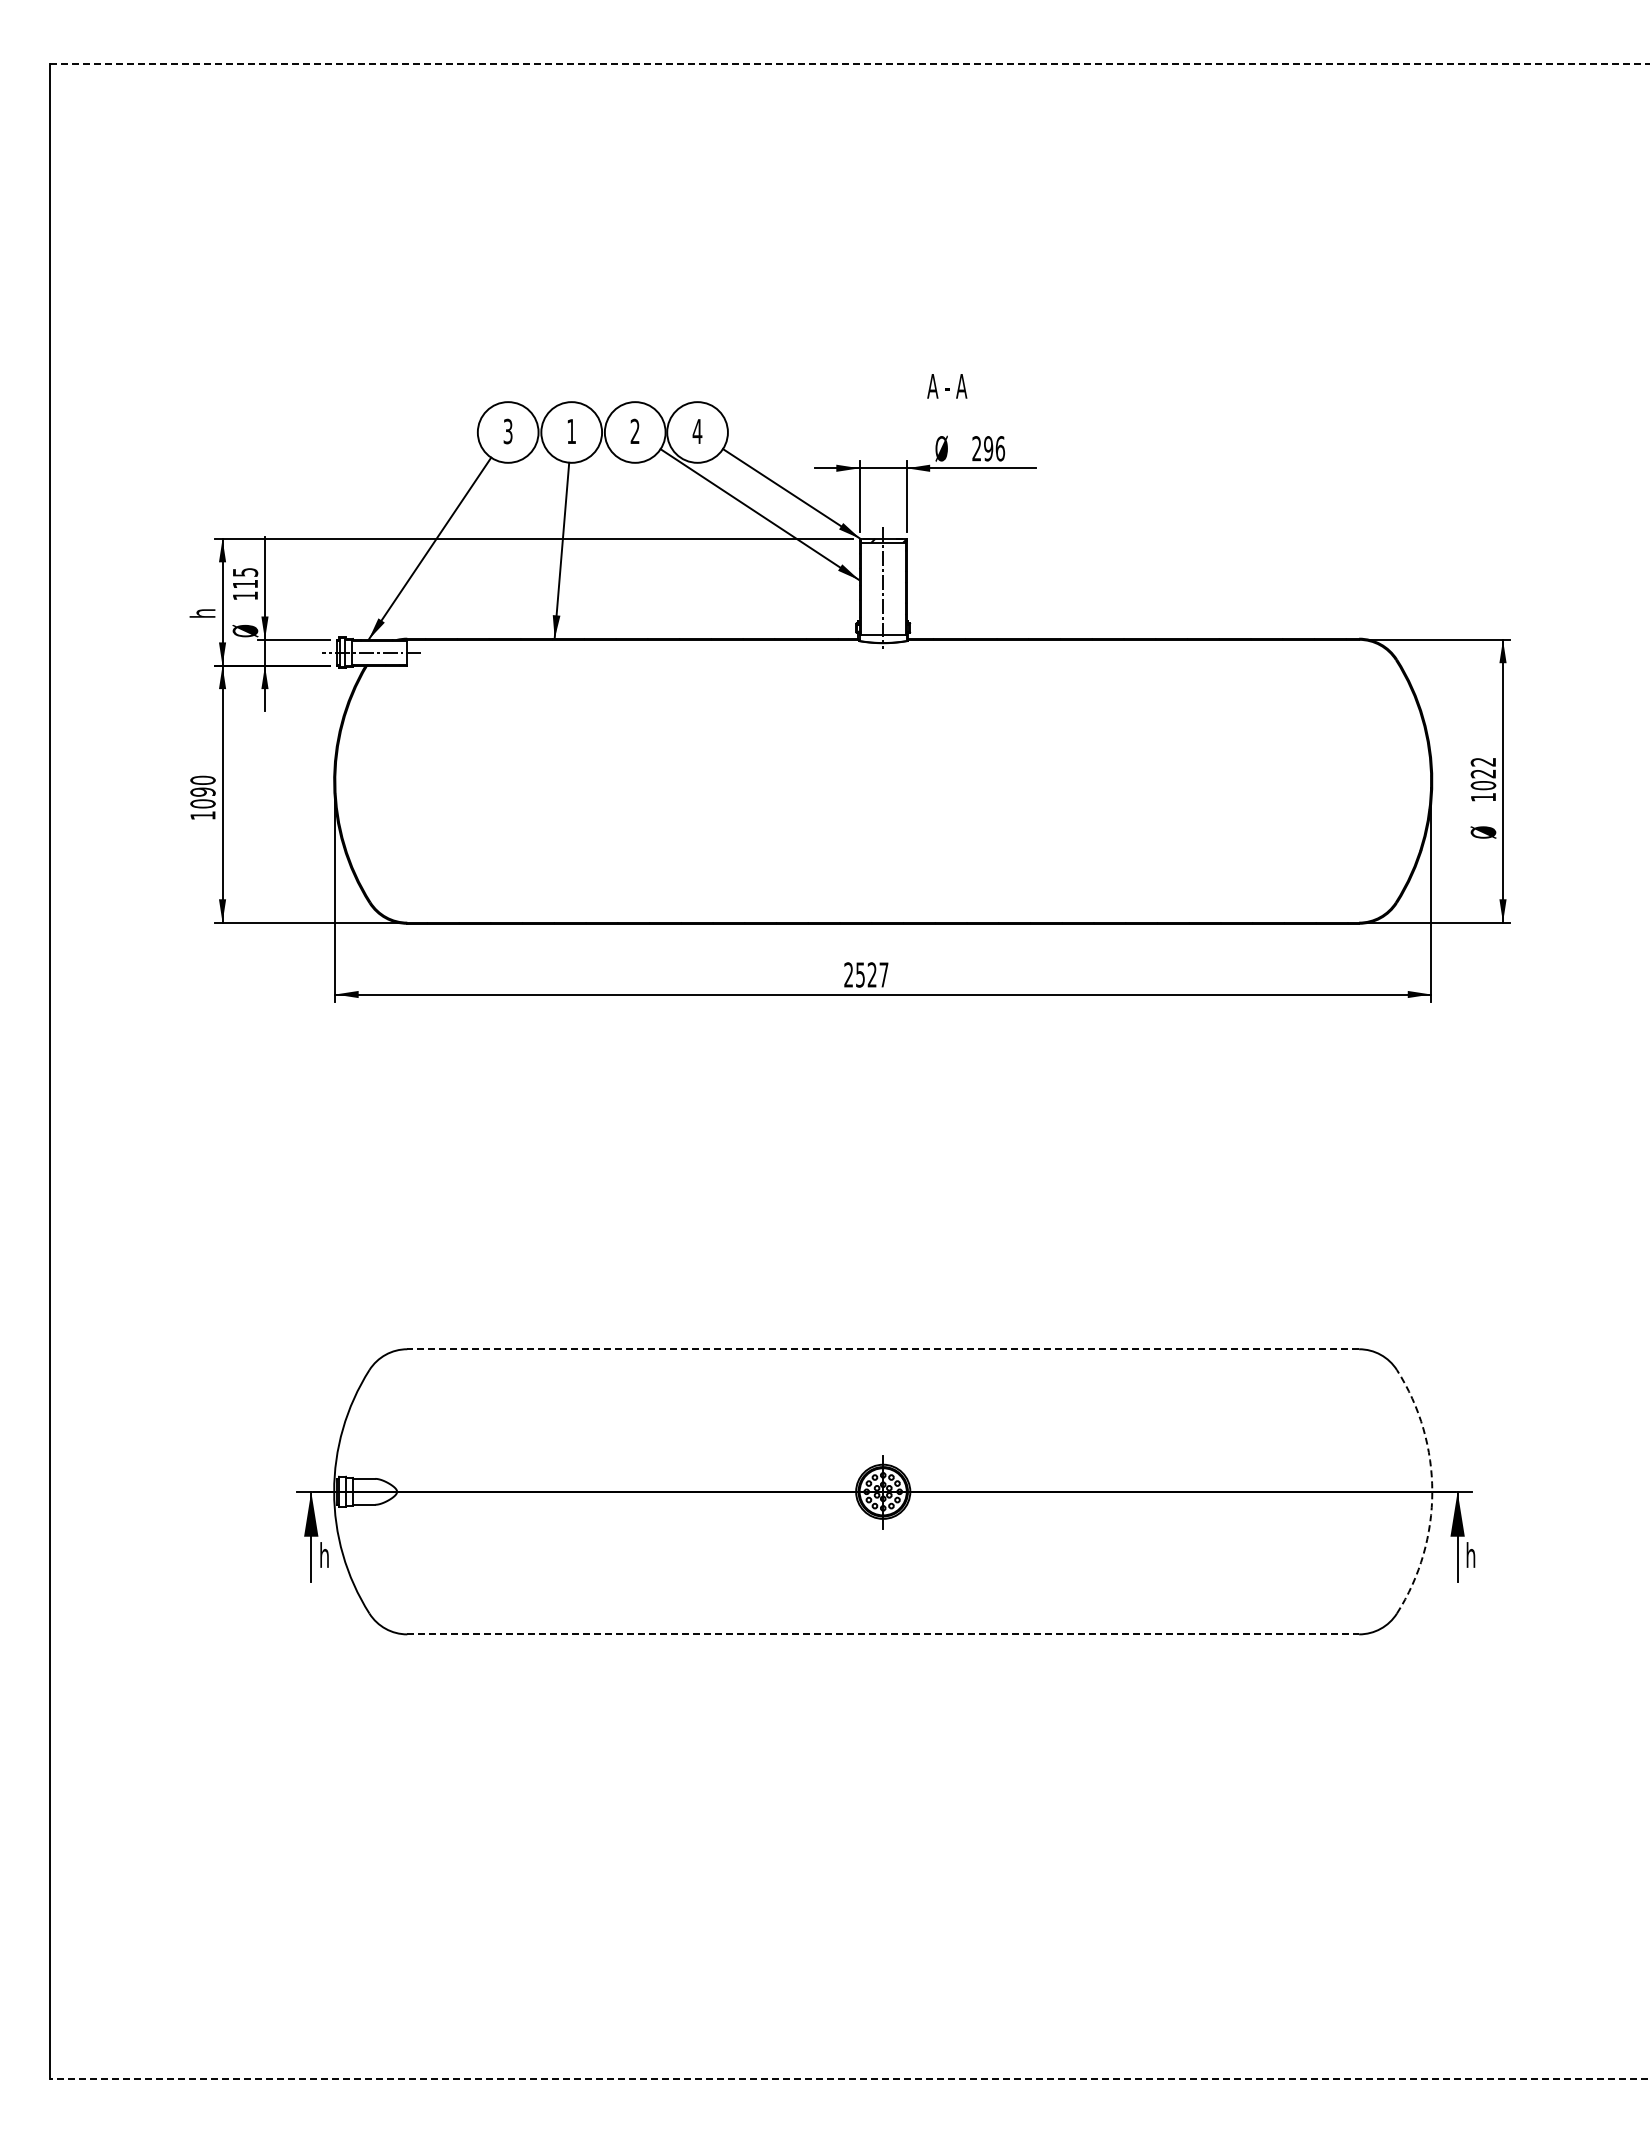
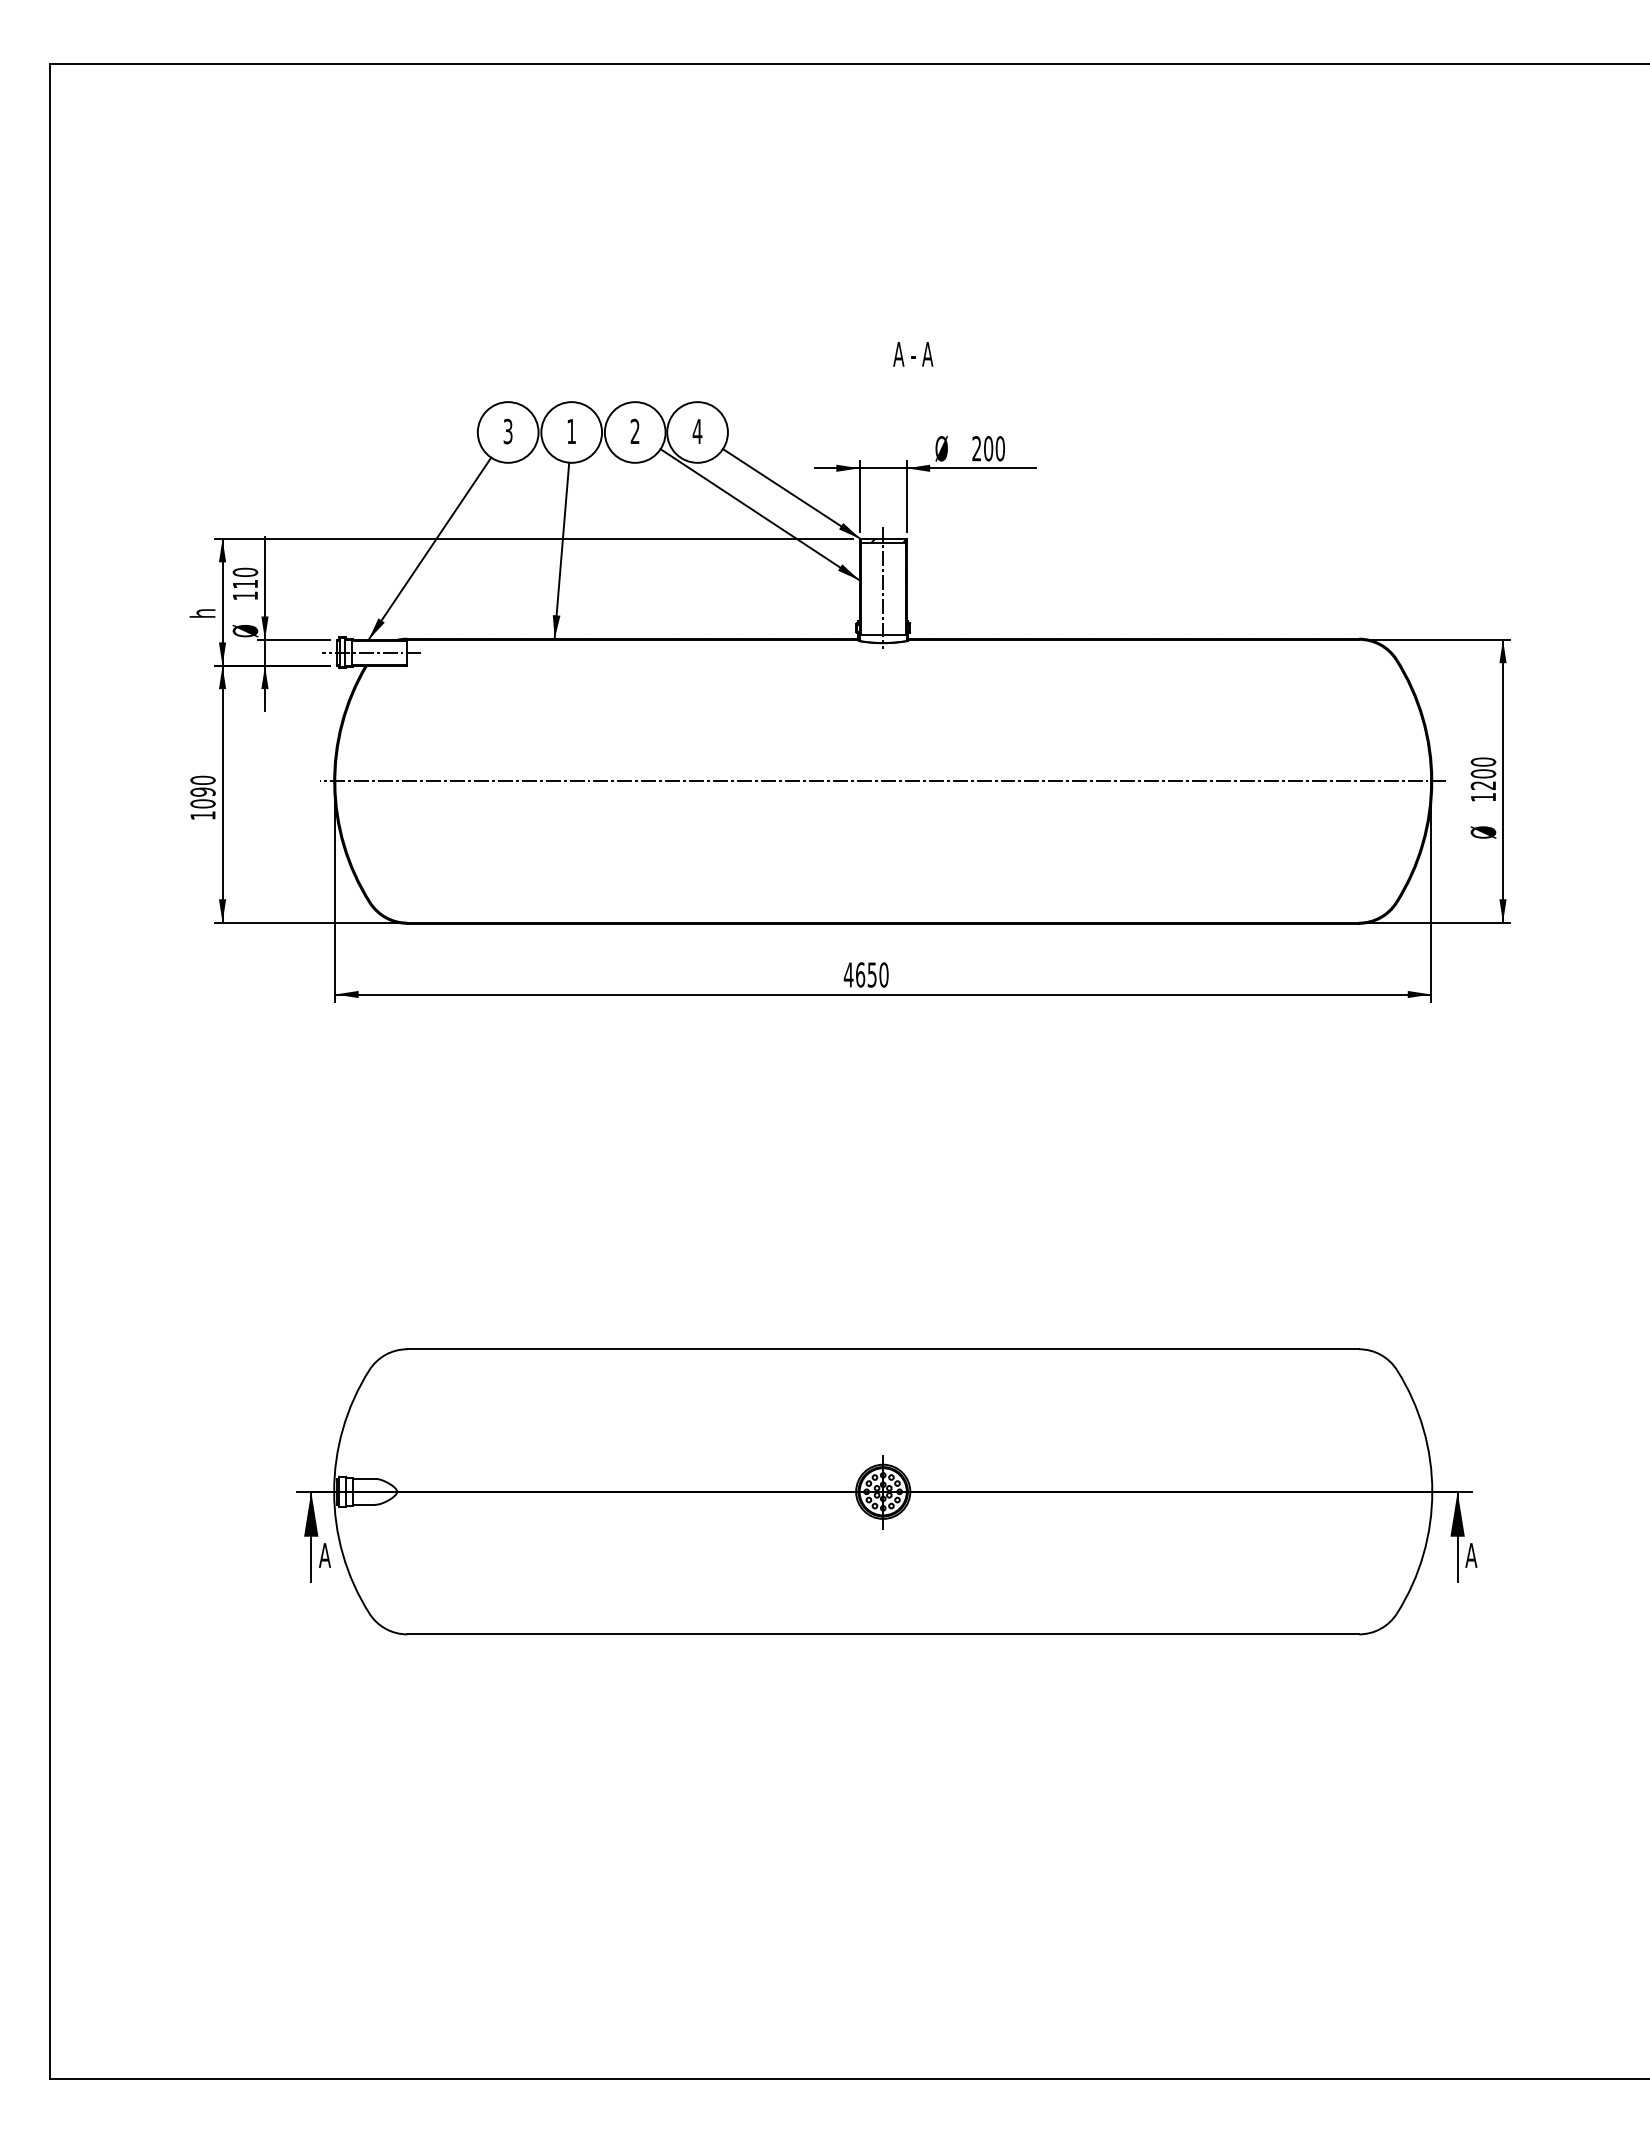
line at (849, 64): dashed -> solid
text at (947, 386) position: (947, 386) -> (913, 354)
text at (994, 448): 296 -> 200
text at (245, 571): 115 -> 110
text at (1483, 773): 1022 -> 1200
line at (883, 781): none -> present
text at (865, 974): 2527 -> 4650
line at (883, 1349): dashed -> solid
arc at (1432, 1491): dashed -> solid
text at (324, 1554): h -> A
text at (1471, 1554): h -> A
line at (883, 1634): dashed -> solid
line at (849, 2078): dashed -> solid
